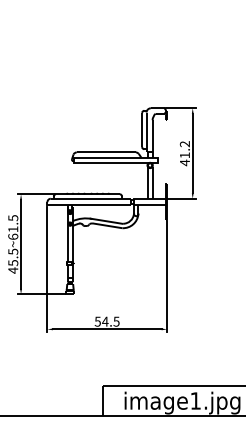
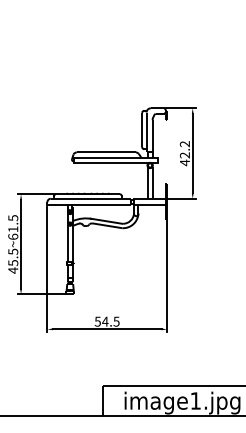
text at (184, 155): 41.2 -> 42.2
